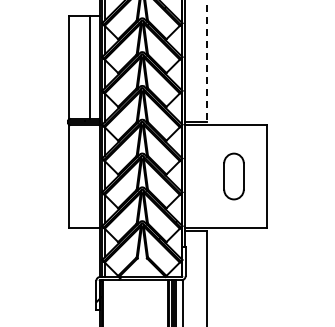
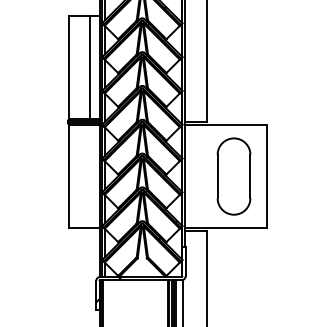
line at (206, 61): dashed -> solid
part at (233, 176) size: 22x49 px -> 36x79 px
